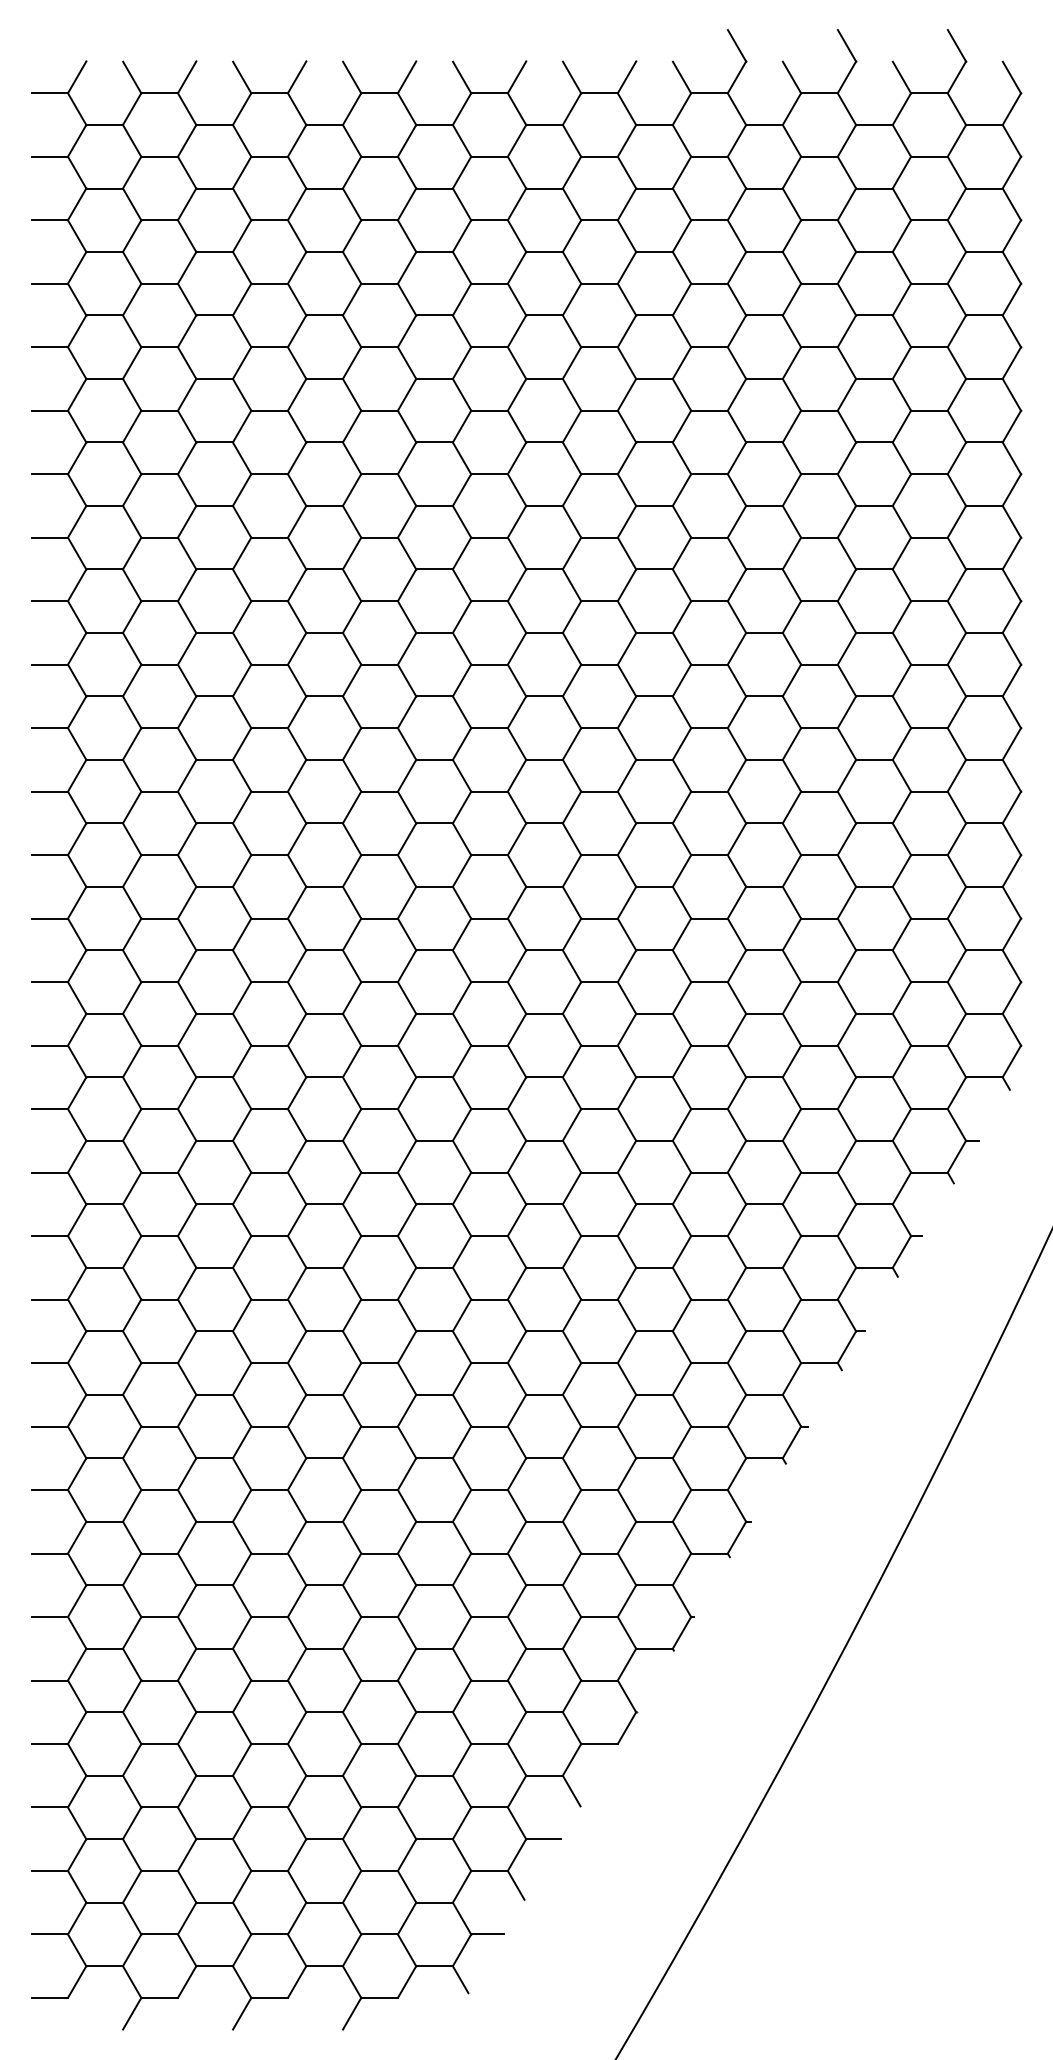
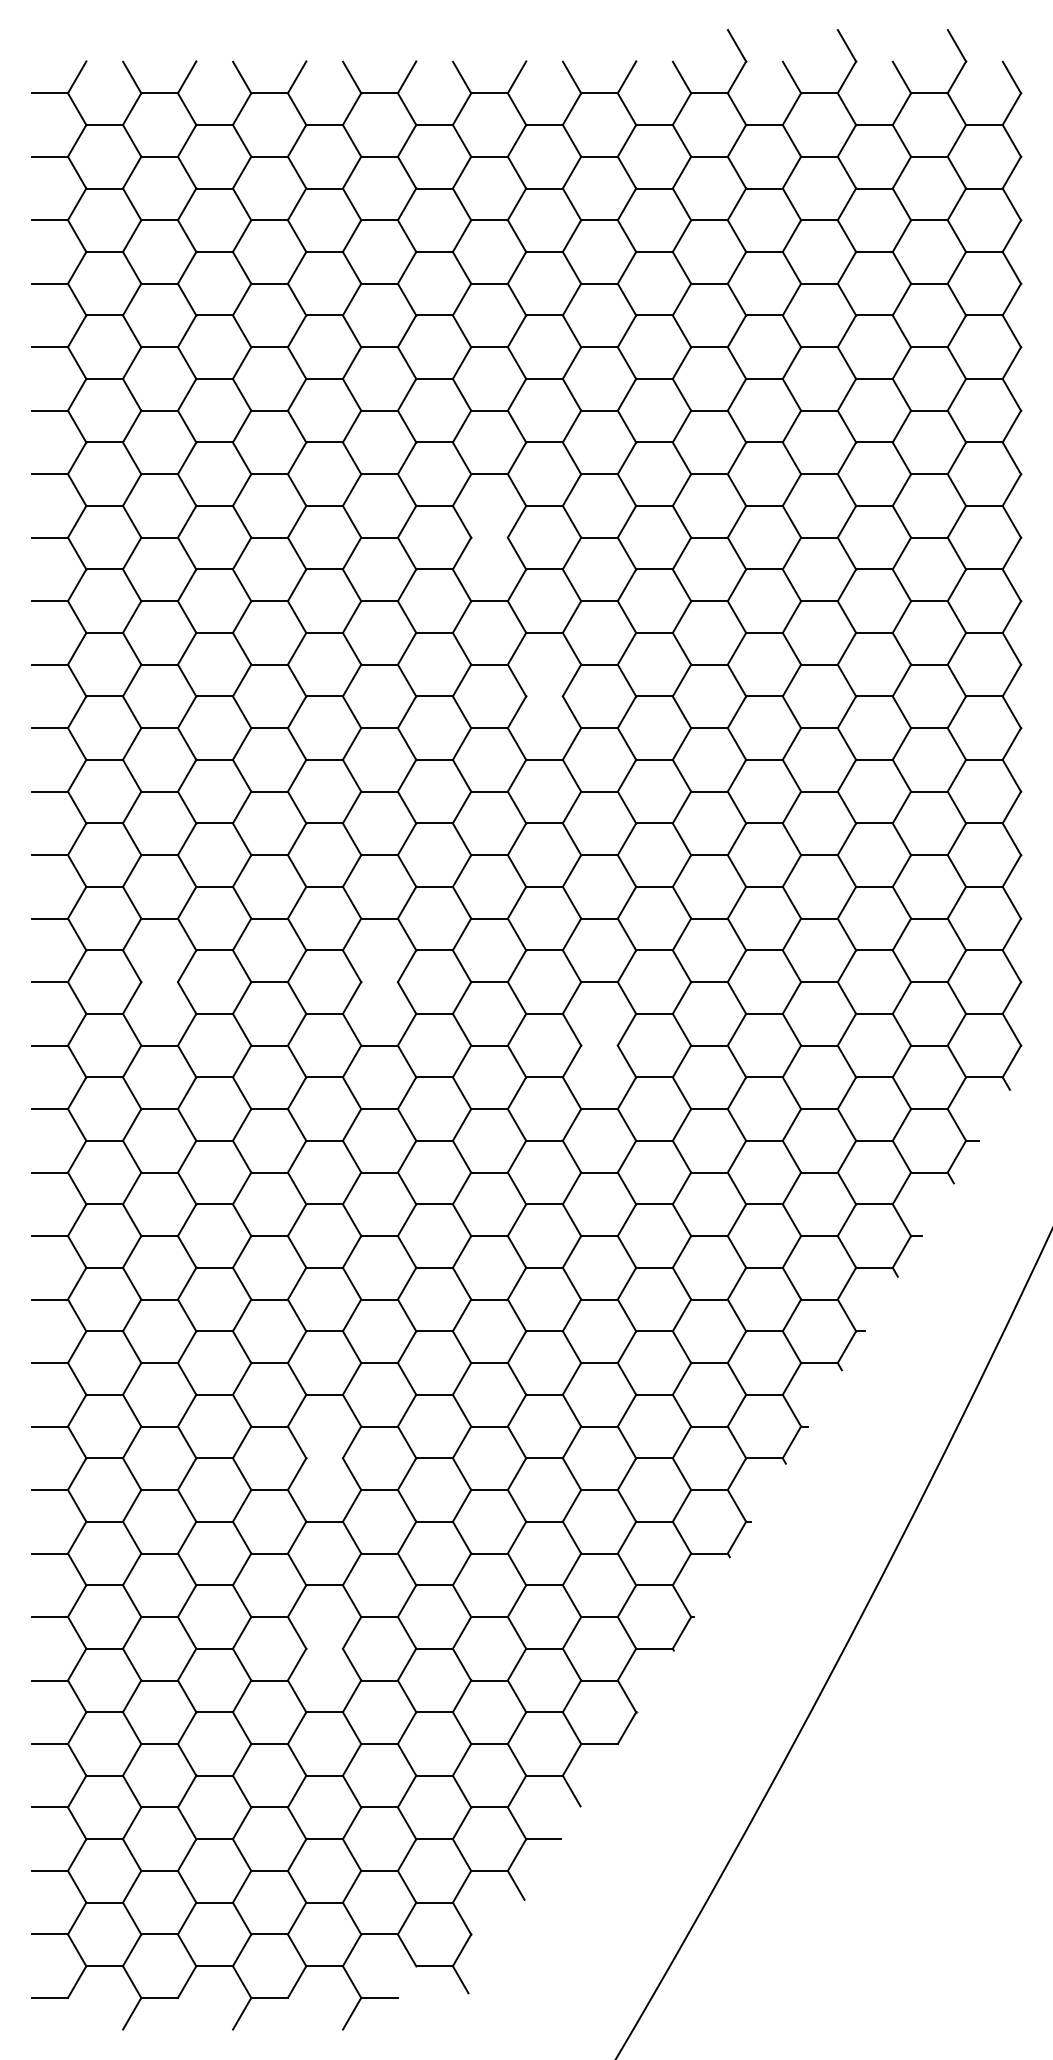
line at (489, 537): present -> none
line at (544, 696): present -> none
line at (159, 982): present -> none
line at (379, 982): present -> none
line at (599, 1045): present -> none
line at (324, 1458): present -> none
line at (324, 1648): present -> none
line at (487, 1934): present -> none
line at (407, 1981): present -> none
